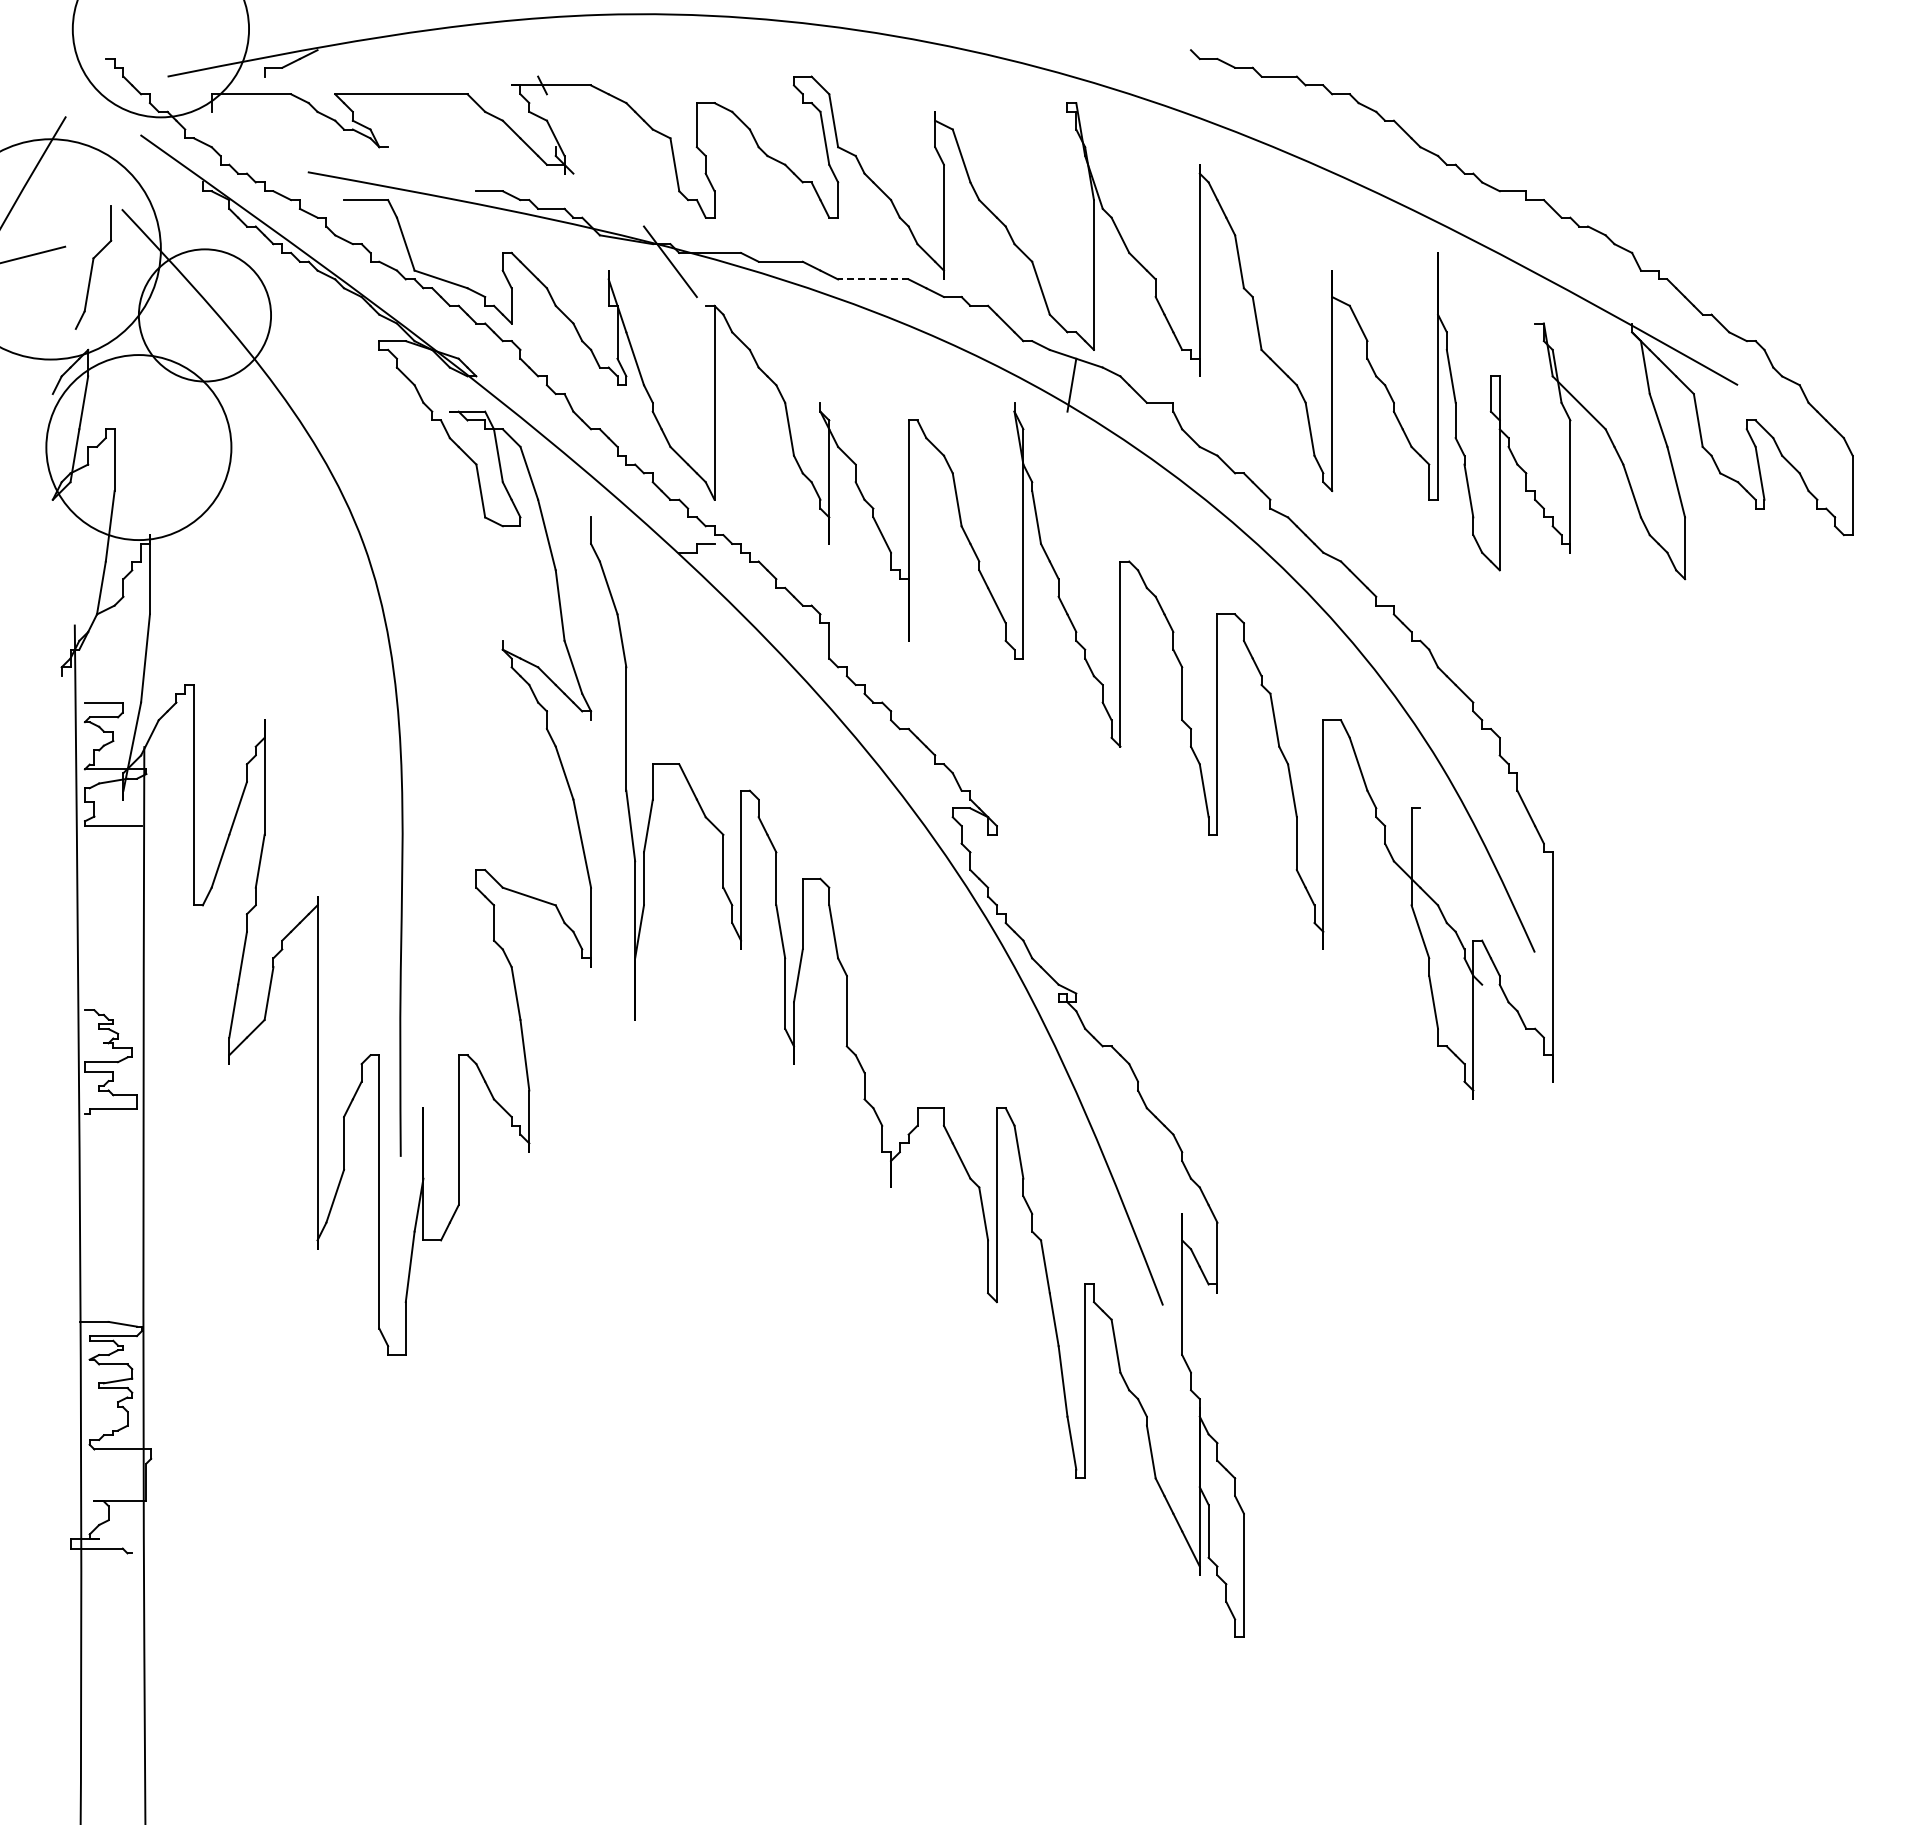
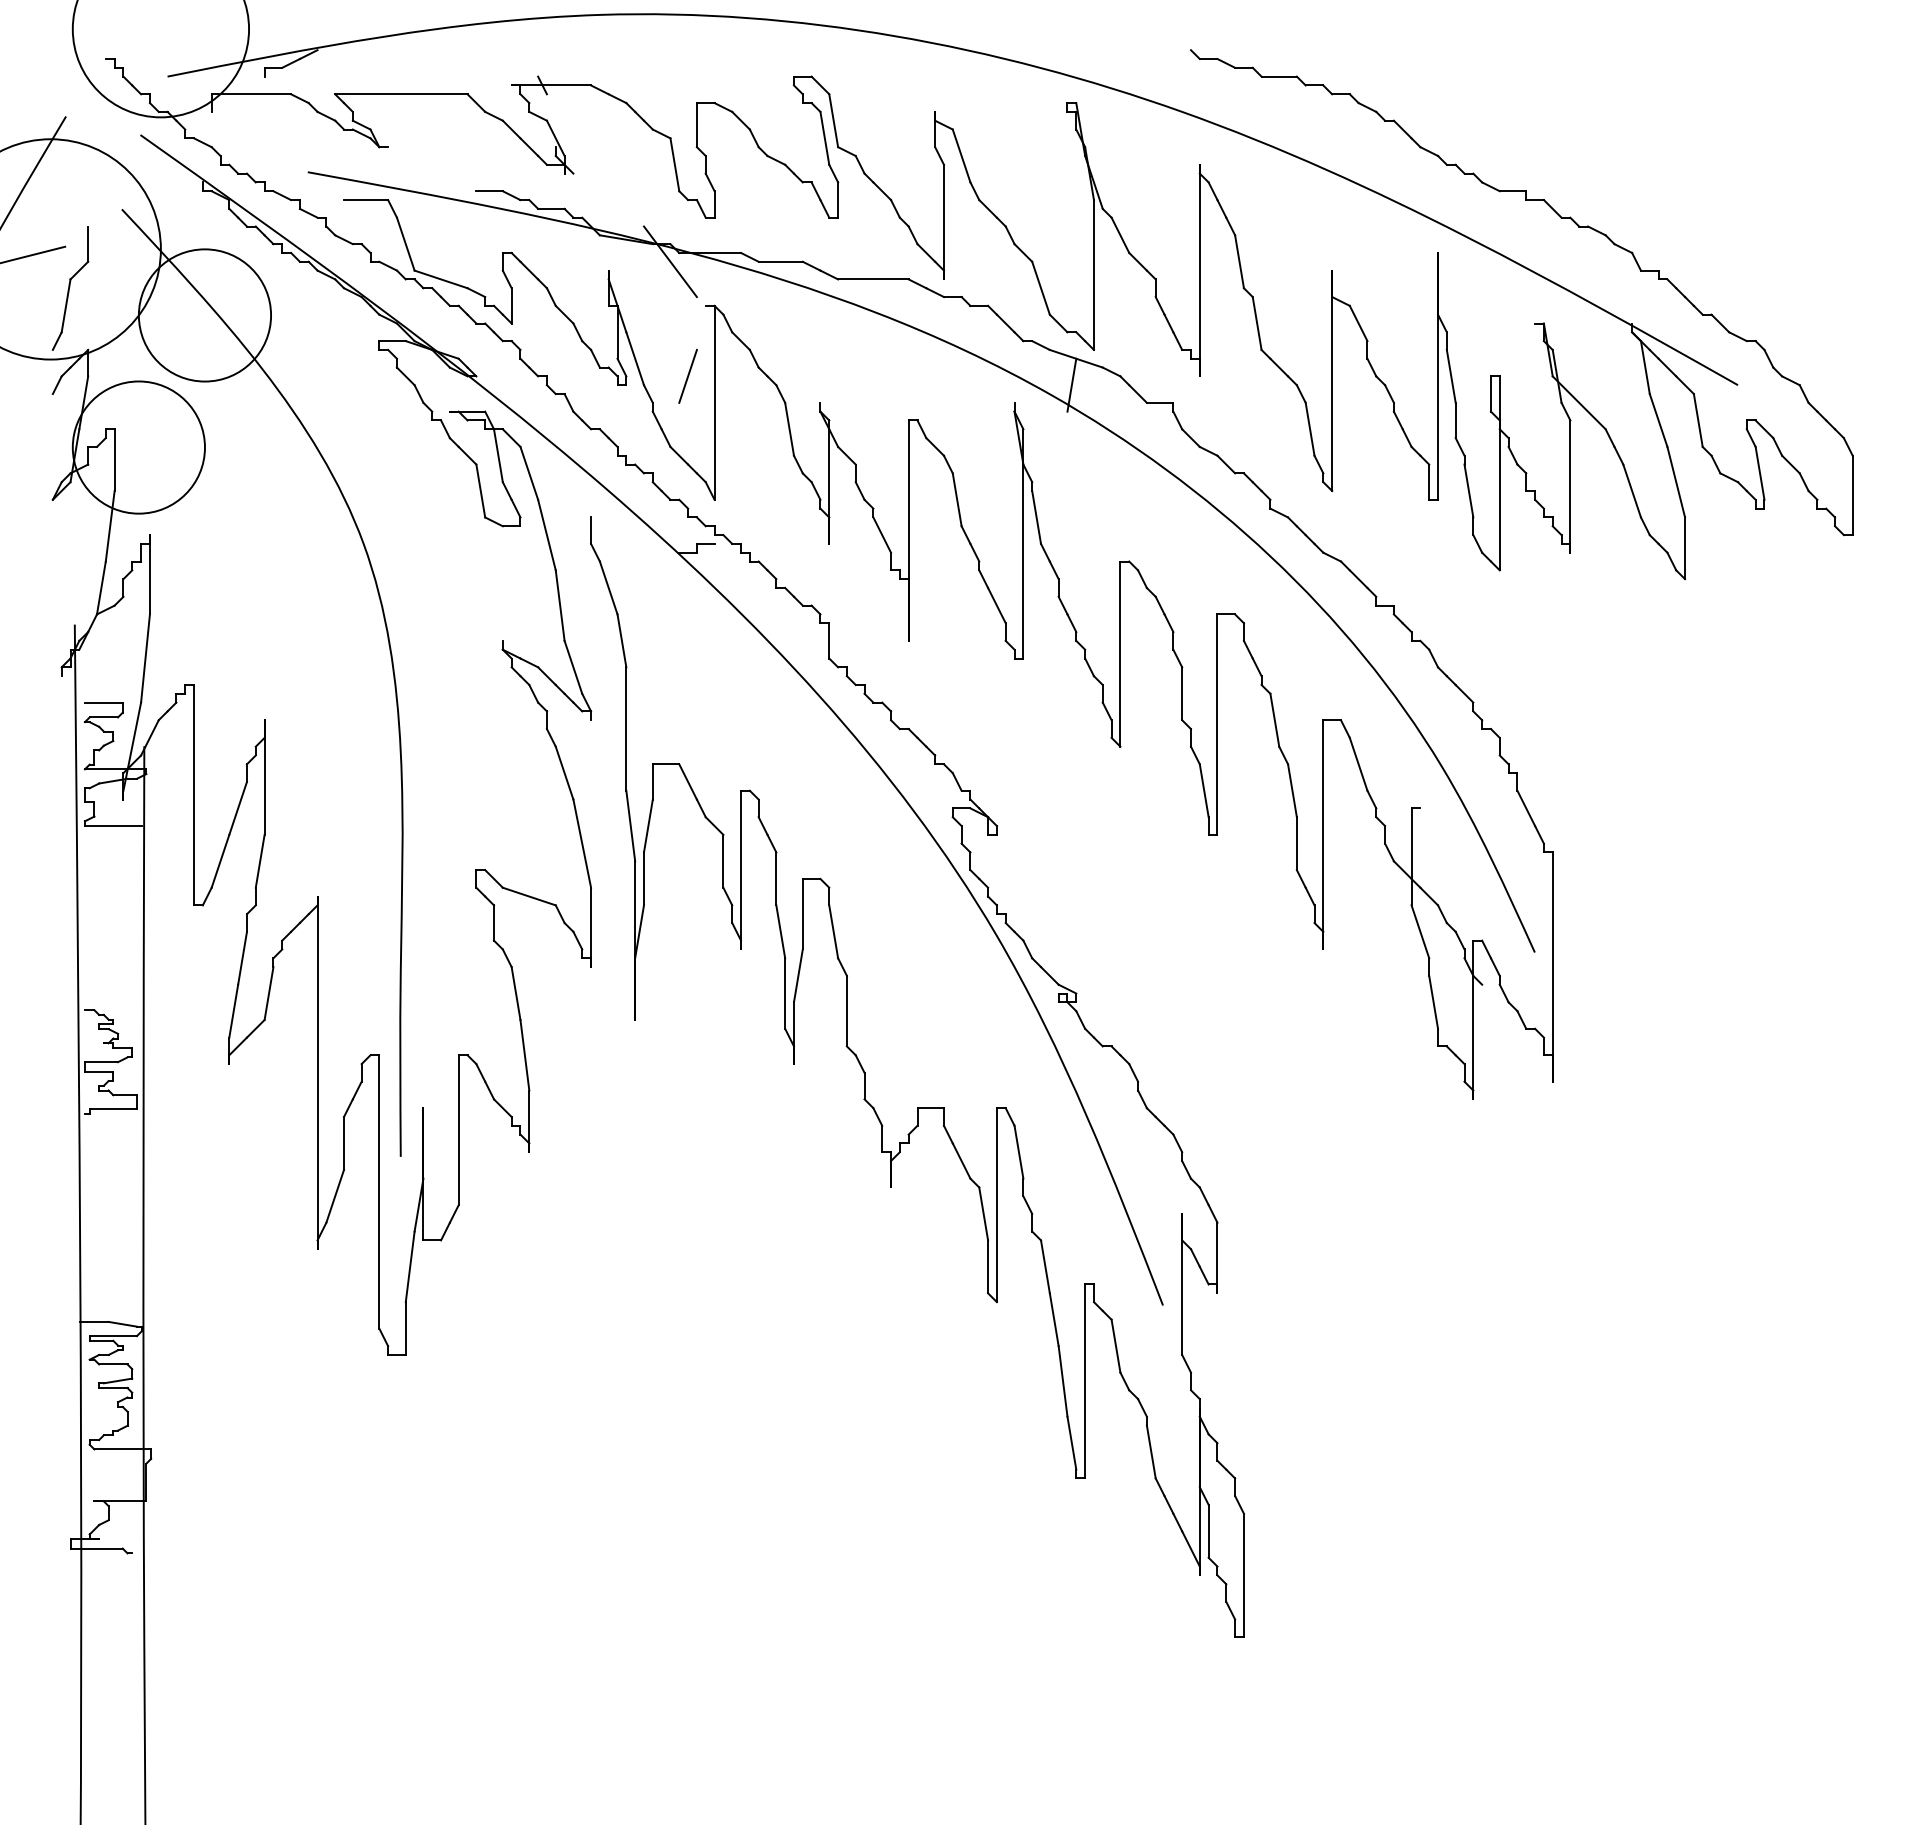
part at (93, 267) position: (93, 267) -> (70, 288)
line at (872, 279): dashed -> solid
line at (687, 375): none -> present
circle at (138, 447) diameter: 185 px -> 132 px
